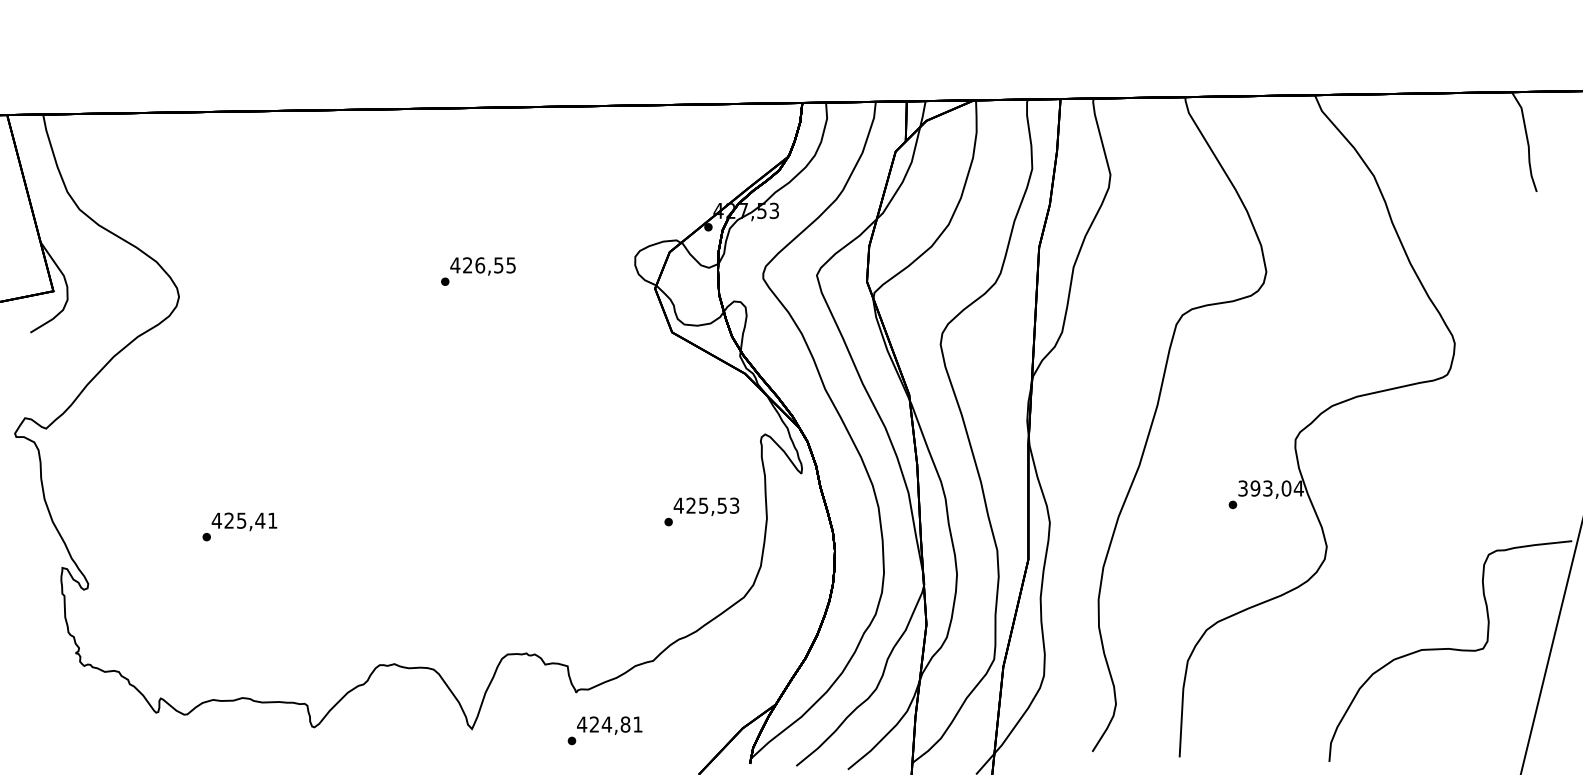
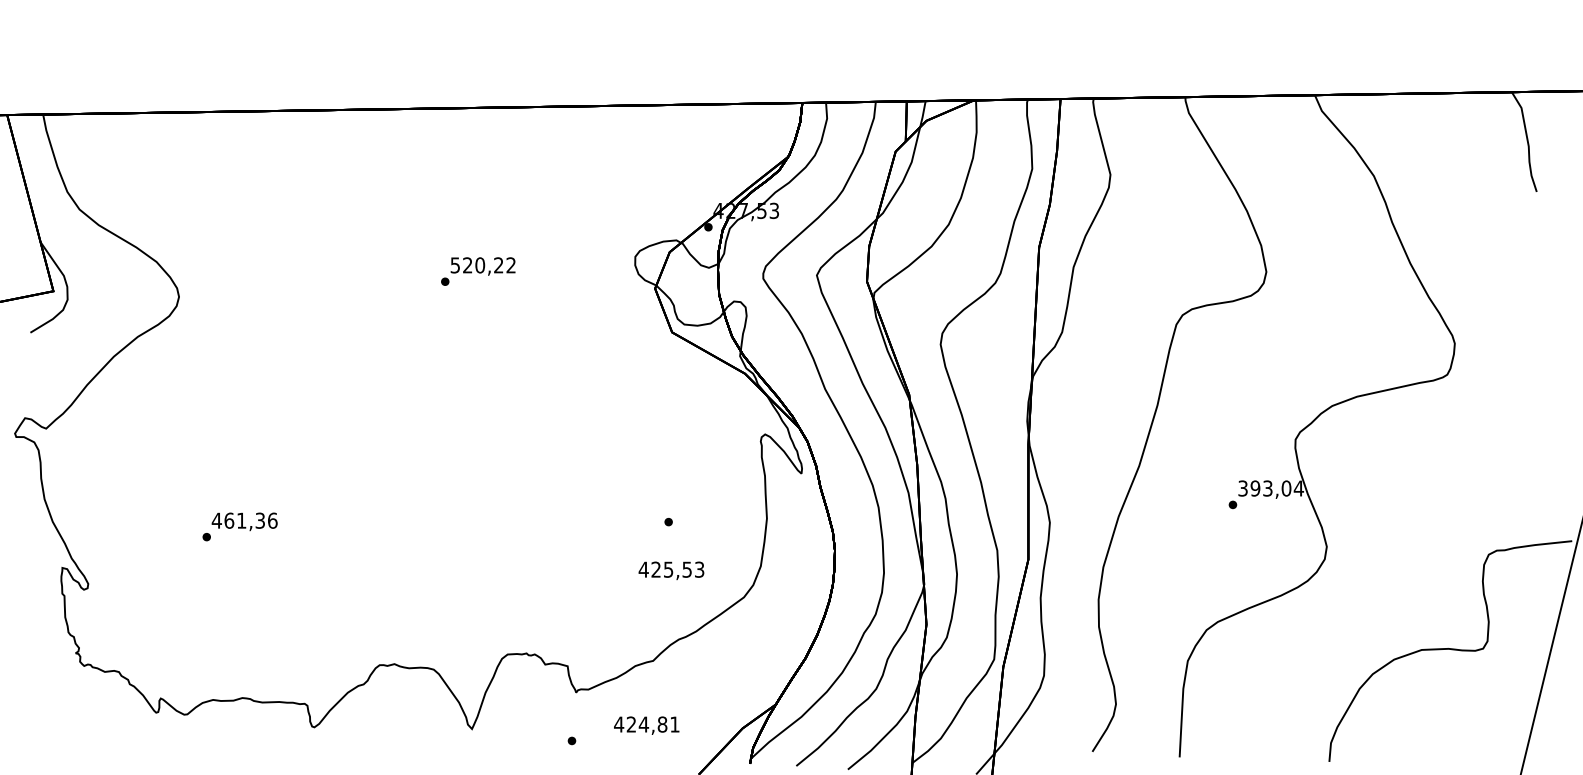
text at (482, 265): 426,55 -> 520,22
text at (706, 506) position: (706, 506) -> (671, 570)
text at (250, 520): 425,41 -> 461,36
text at (609, 725) position: (609, 725) -> (646, 725)
